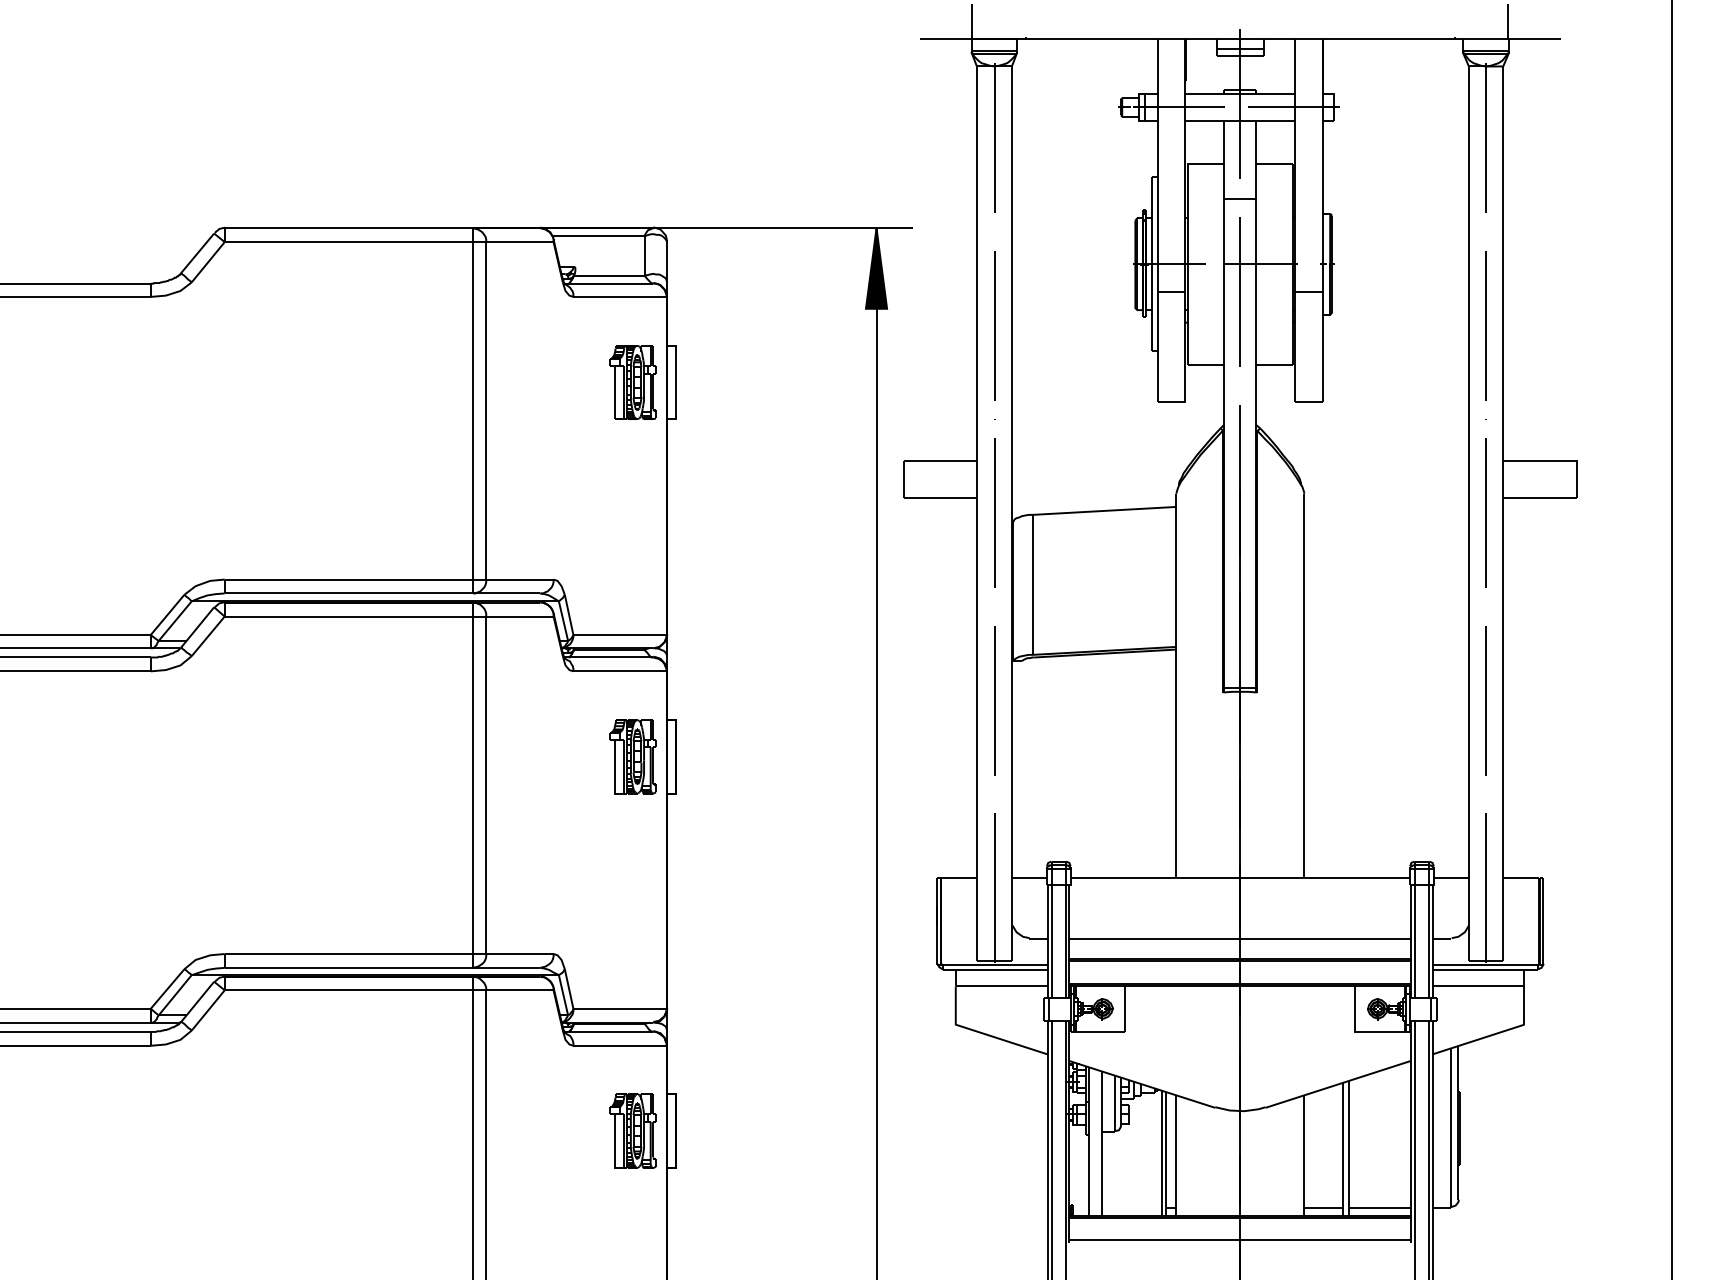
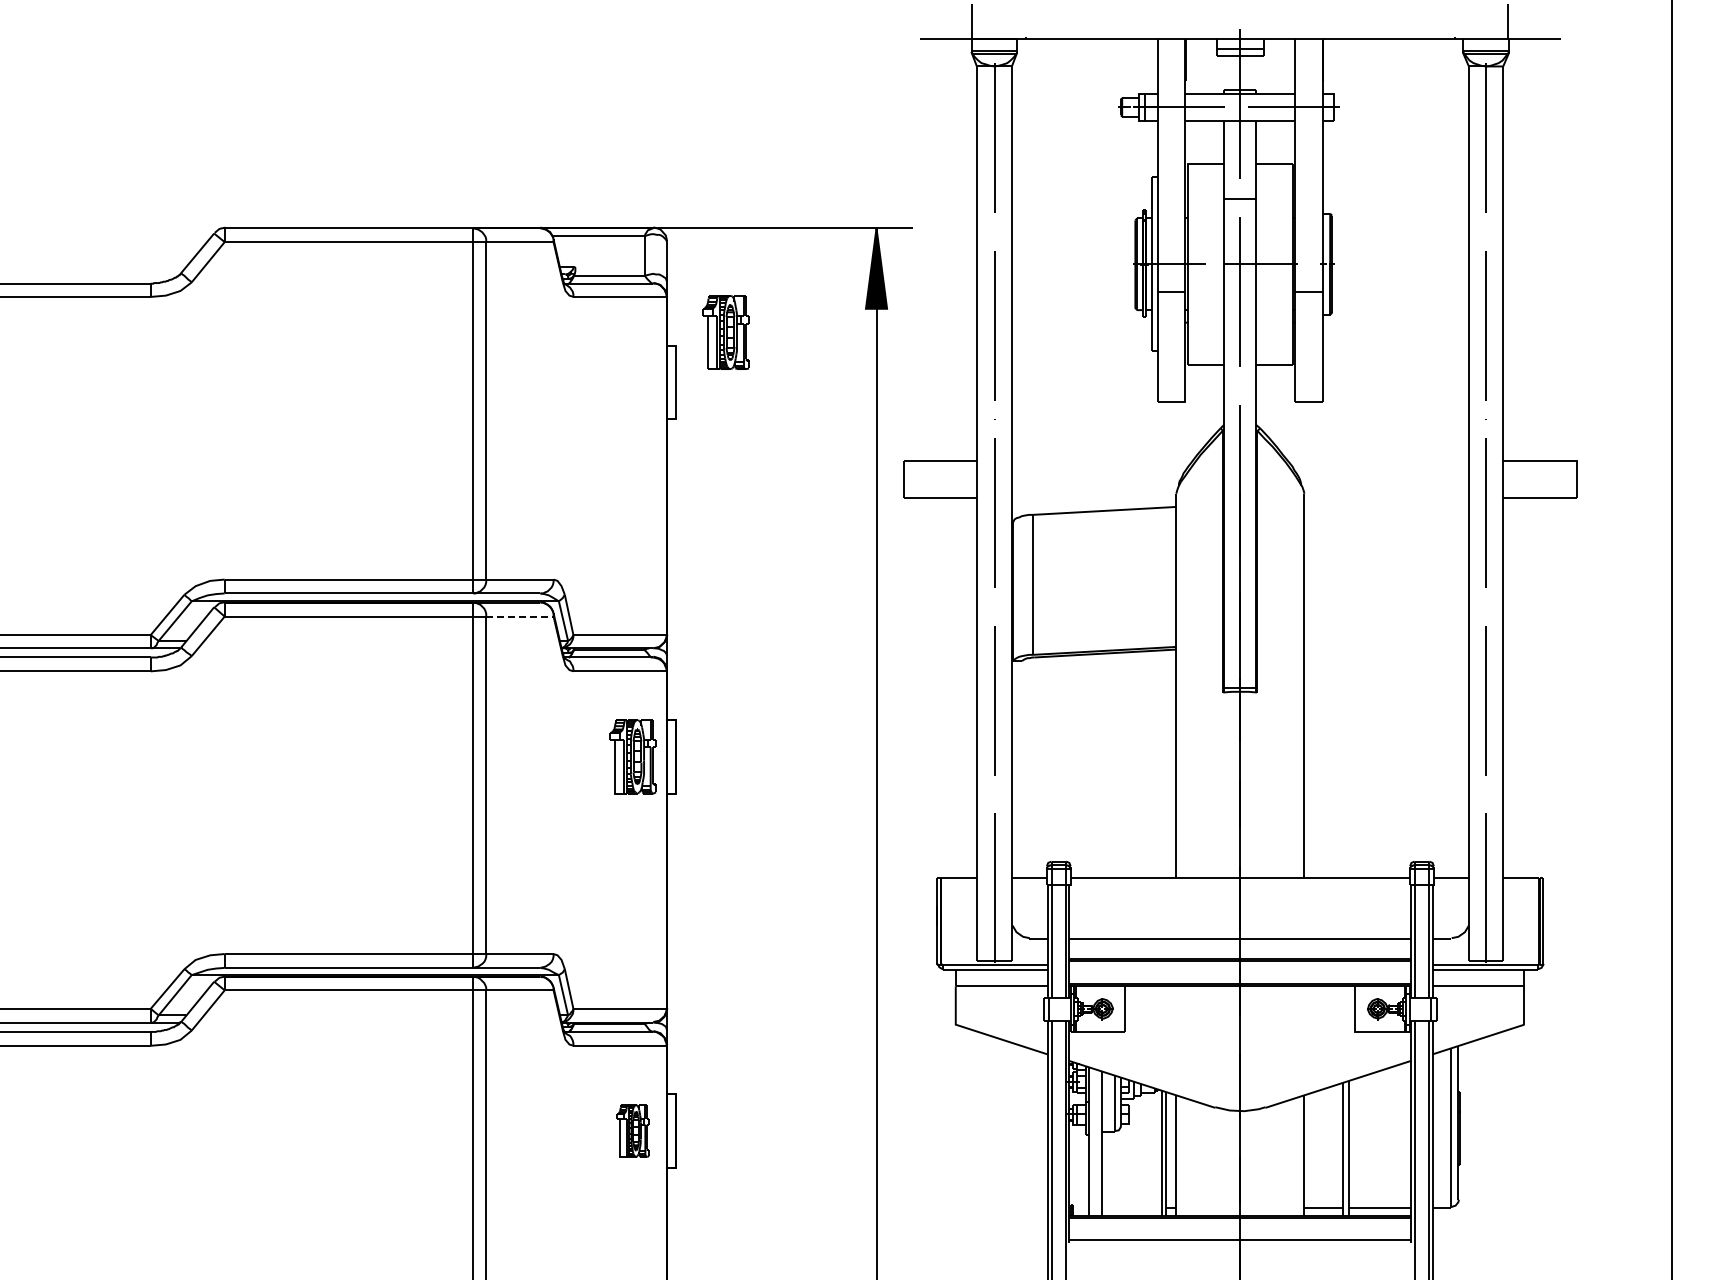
part at (632, 382) position: (632, 382) -> (725, 332)
line at (519, 616): solid -> dashed
part at (632, 1130) size: 48x76 px -> 34x54 px
